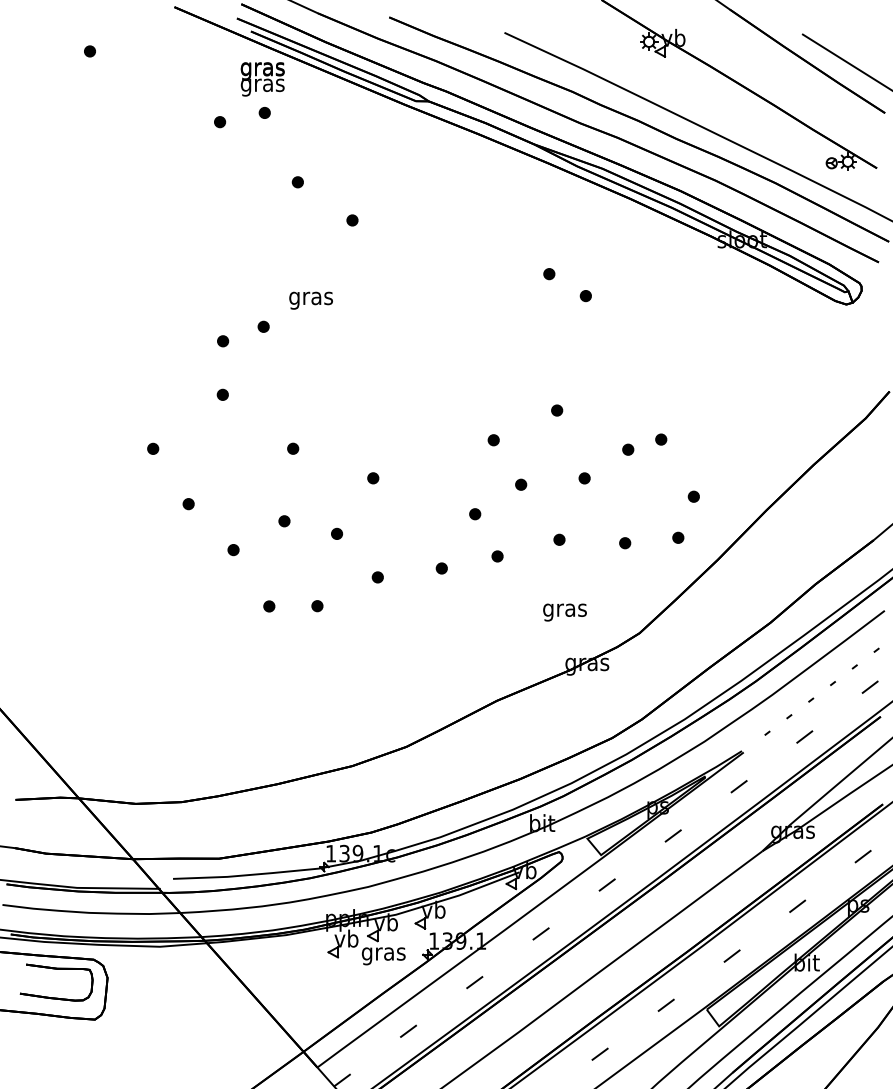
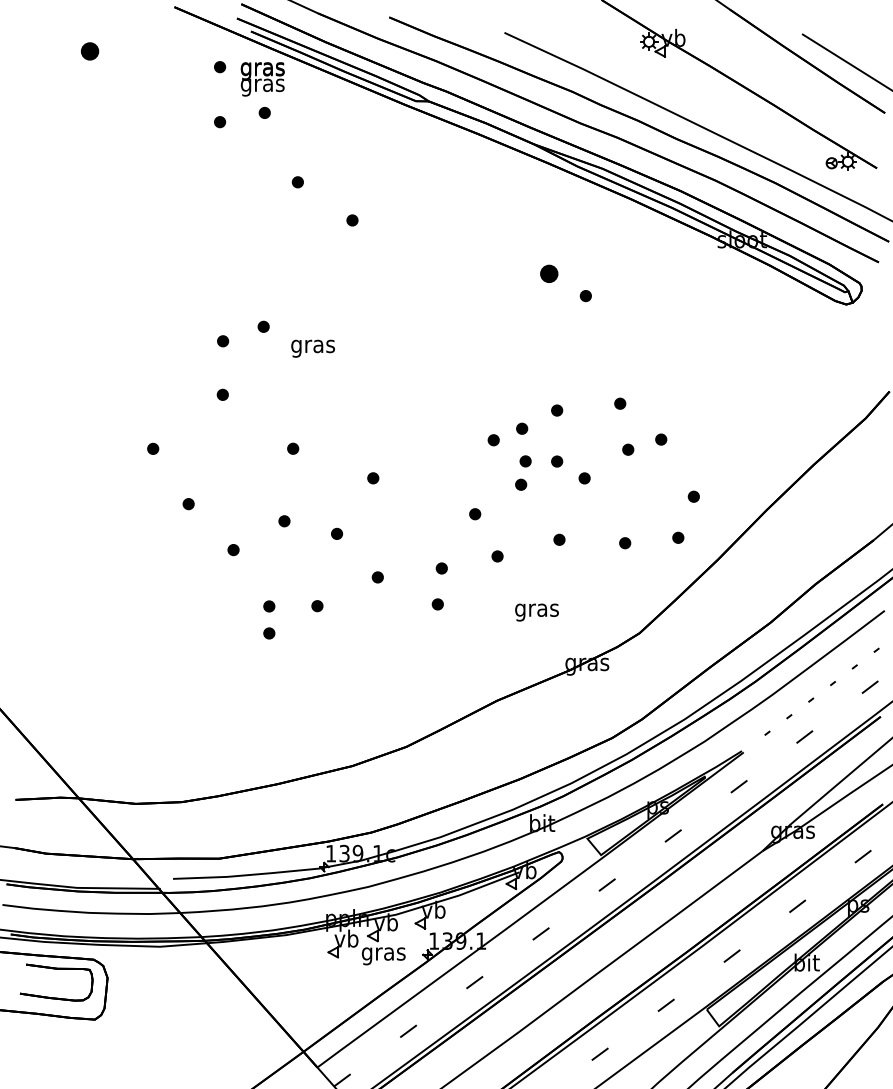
part at (89, 51) size: 12x13 px -> 19x19 px
part at (220, 67): none -> present
part at (549, 274) size: 13x13 px -> 19x19 px
text at (310, 300) position: (310, 300) -> (312, 348)
part at (620, 403): none -> present
part at (522, 428): none -> present
part at (525, 461): none -> present
part at (557, 461): none -> present
part at (437, 604): none -> present
text at (564, 612) position: (564, 612) -> (536, 612)
part at (269, 633): none -> present
